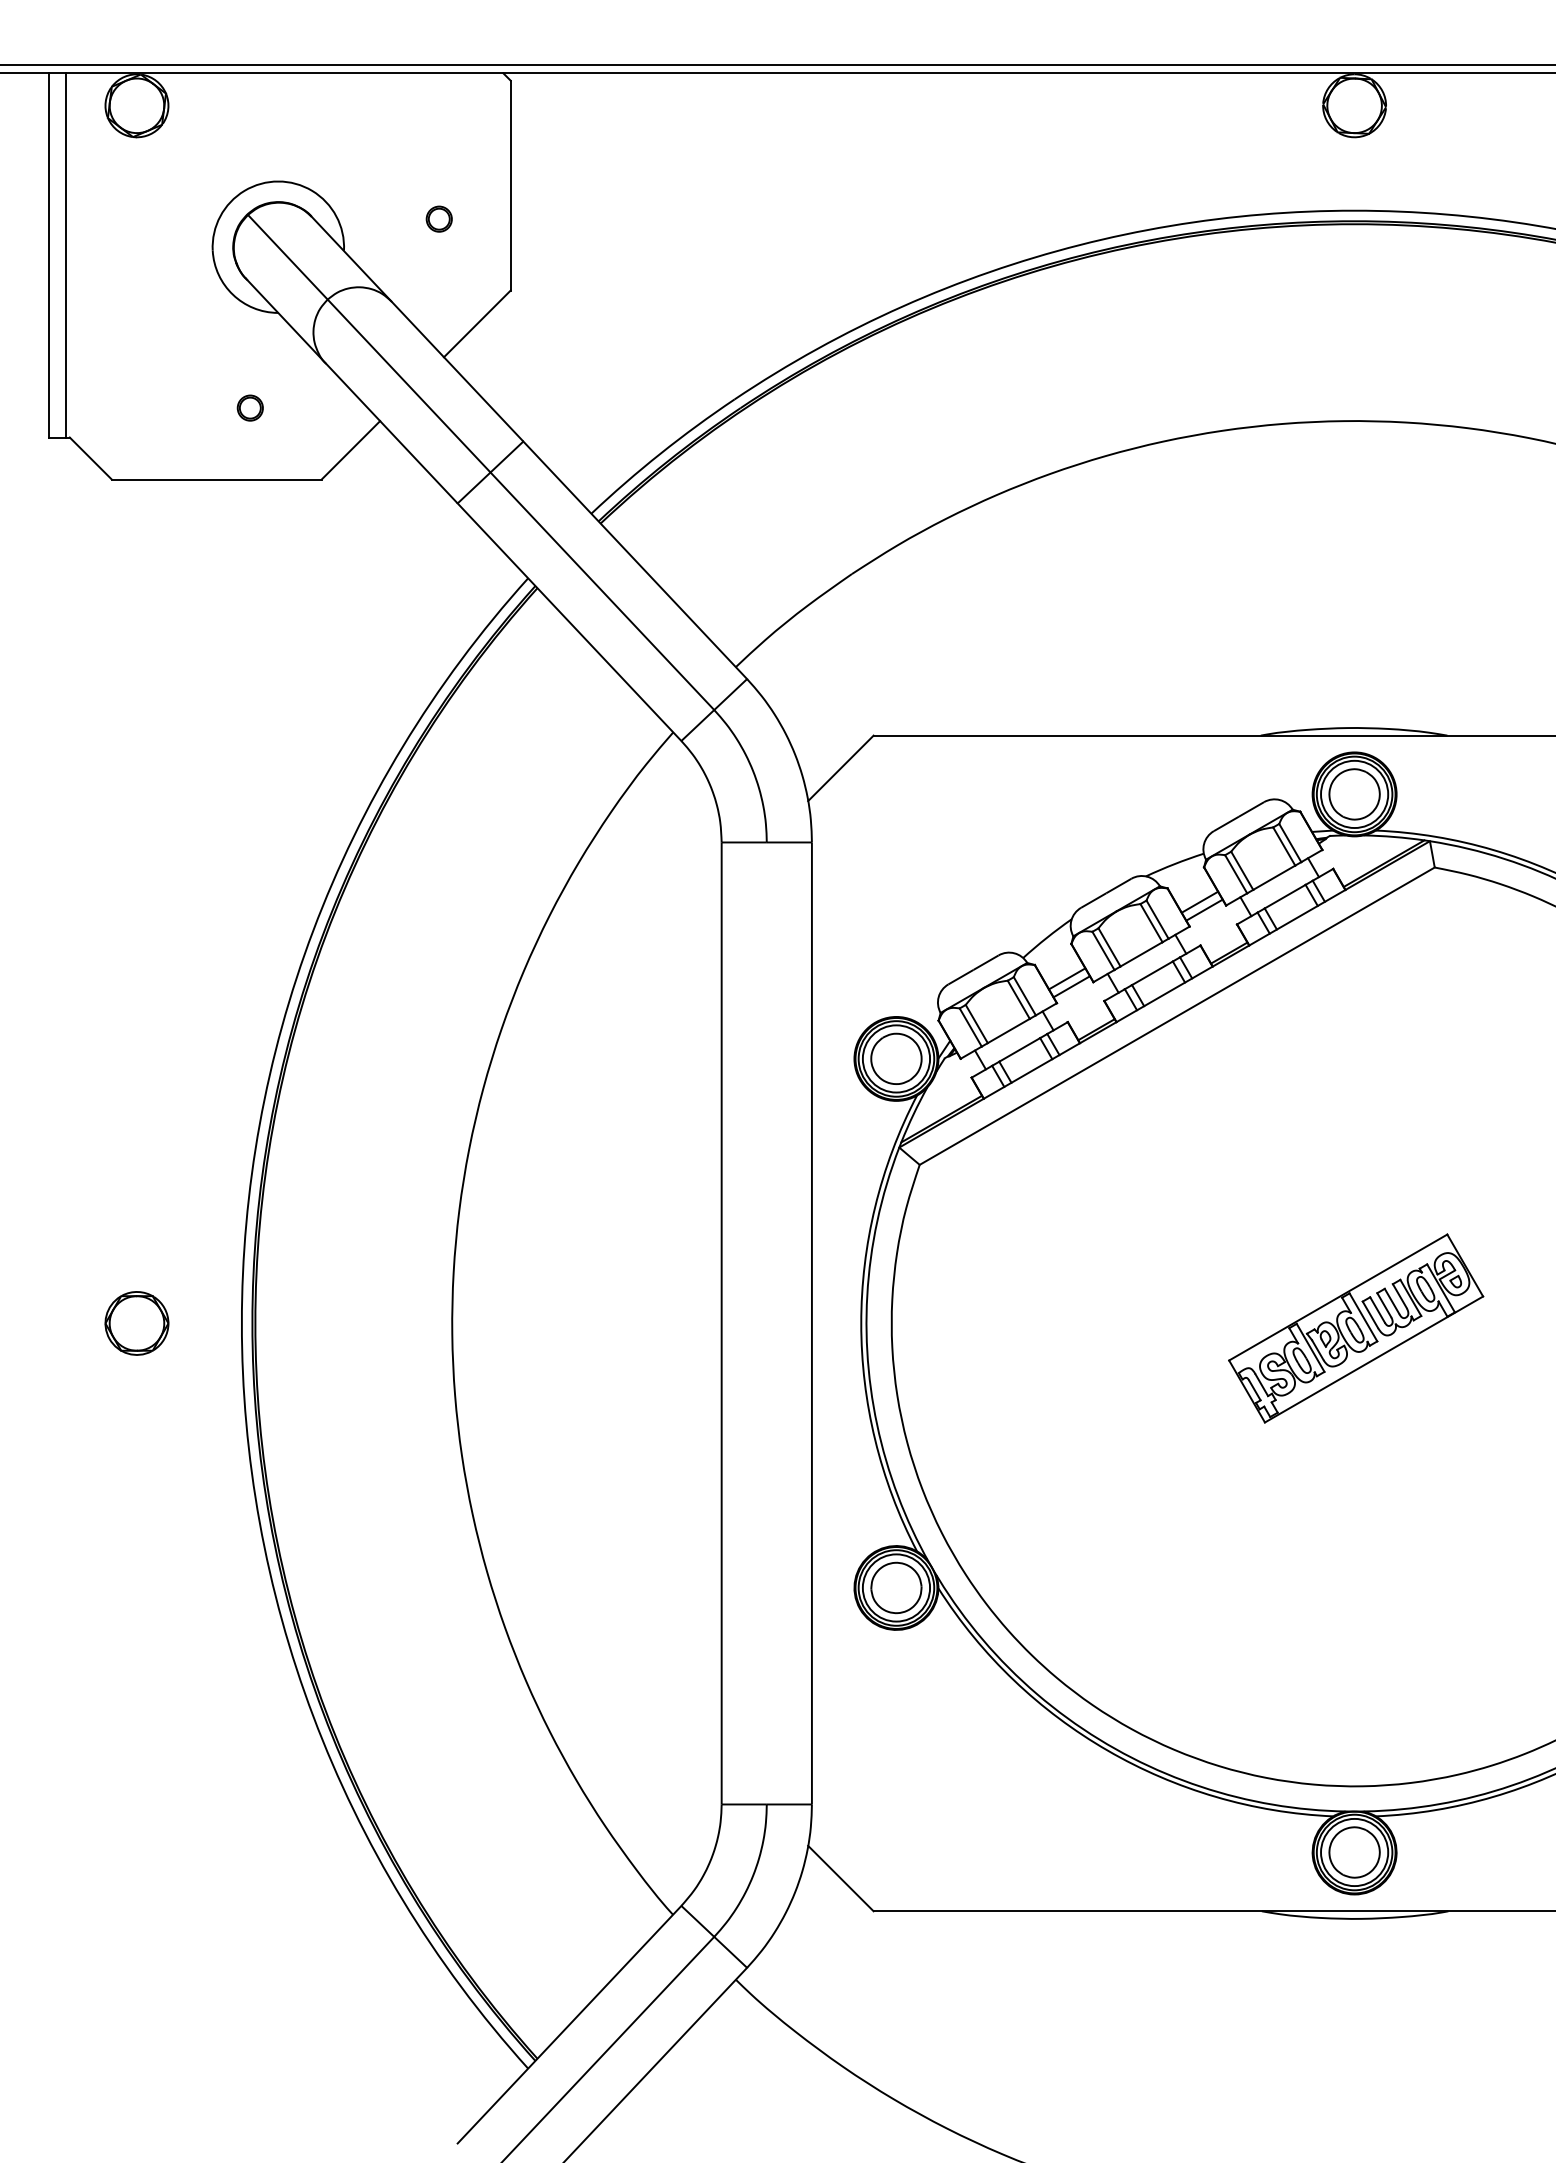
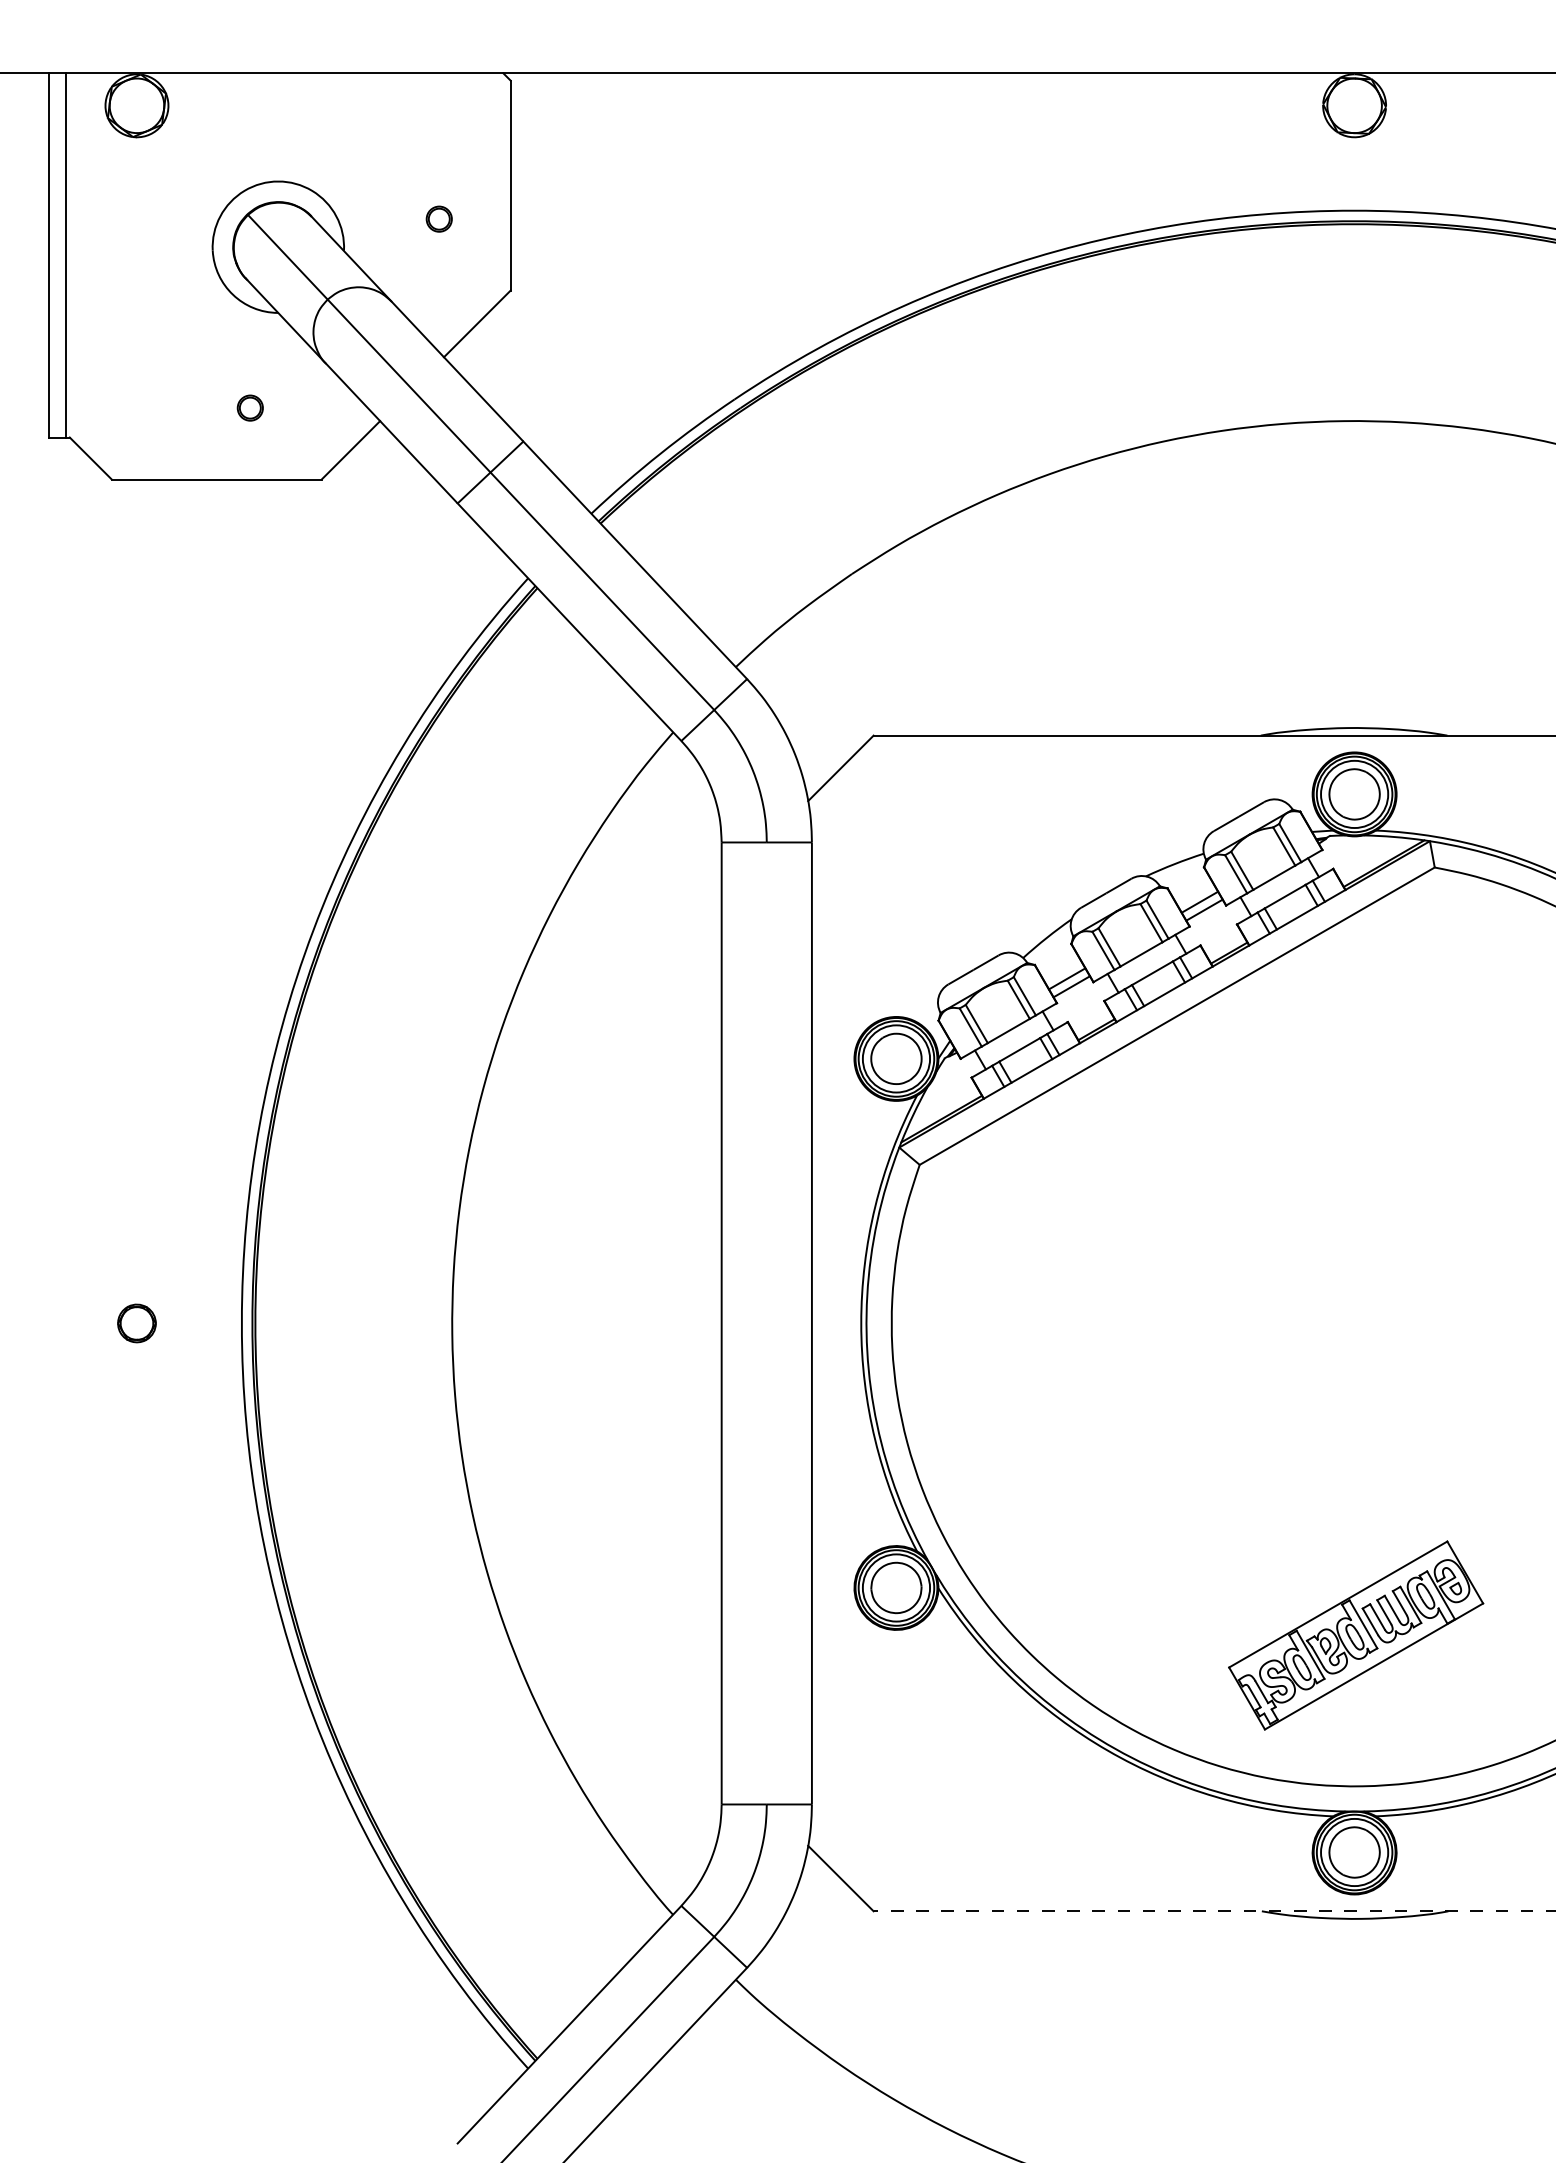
line at (777, 64): present -> none
part at (136, 1323) size: 66x65 px -> 40x41 px
part at (1356, 1328) position: (1356, 1328) -> (1356, 1635)
line at (1214, 1911): solid -> dashed
